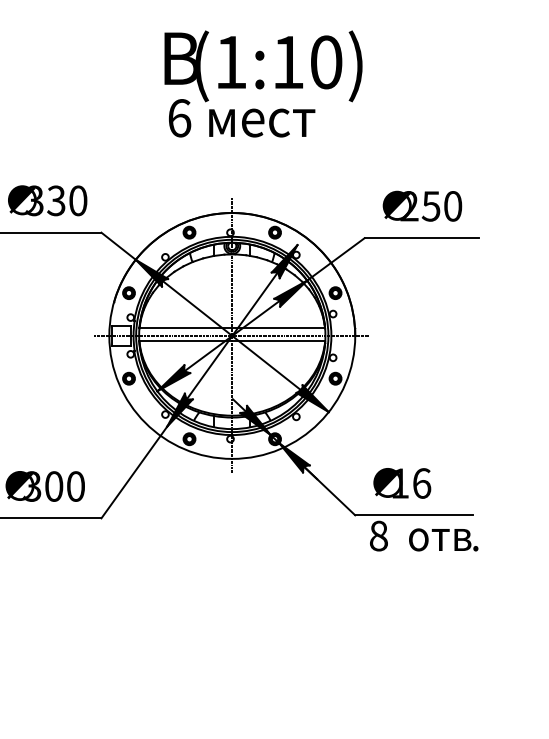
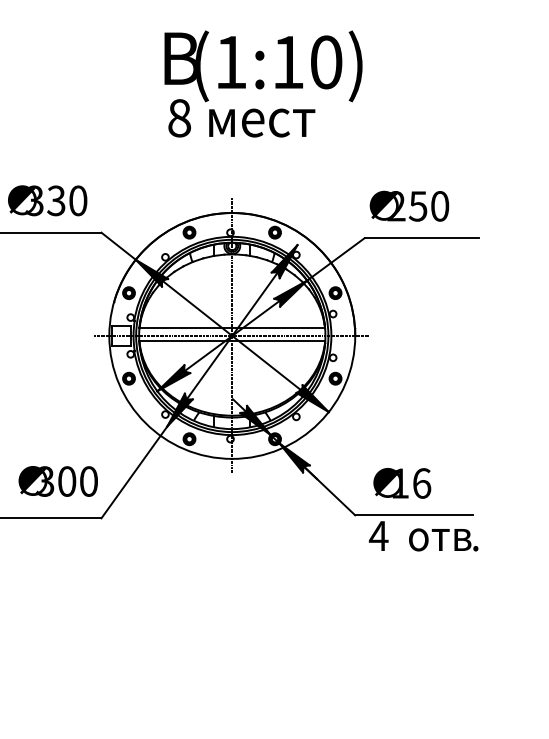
text at (179, 118): 6 -> 8
text at (422, 205) position: (422, 205) -> (409, 205)
text at (44, 486) position: (44, 486) -> (57, 481)
text at (378, 535): 8 -> 4
